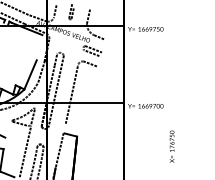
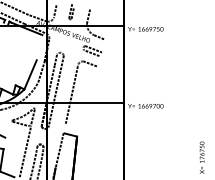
text at (171, 146) position: (171, 146) -> (201, 157)
